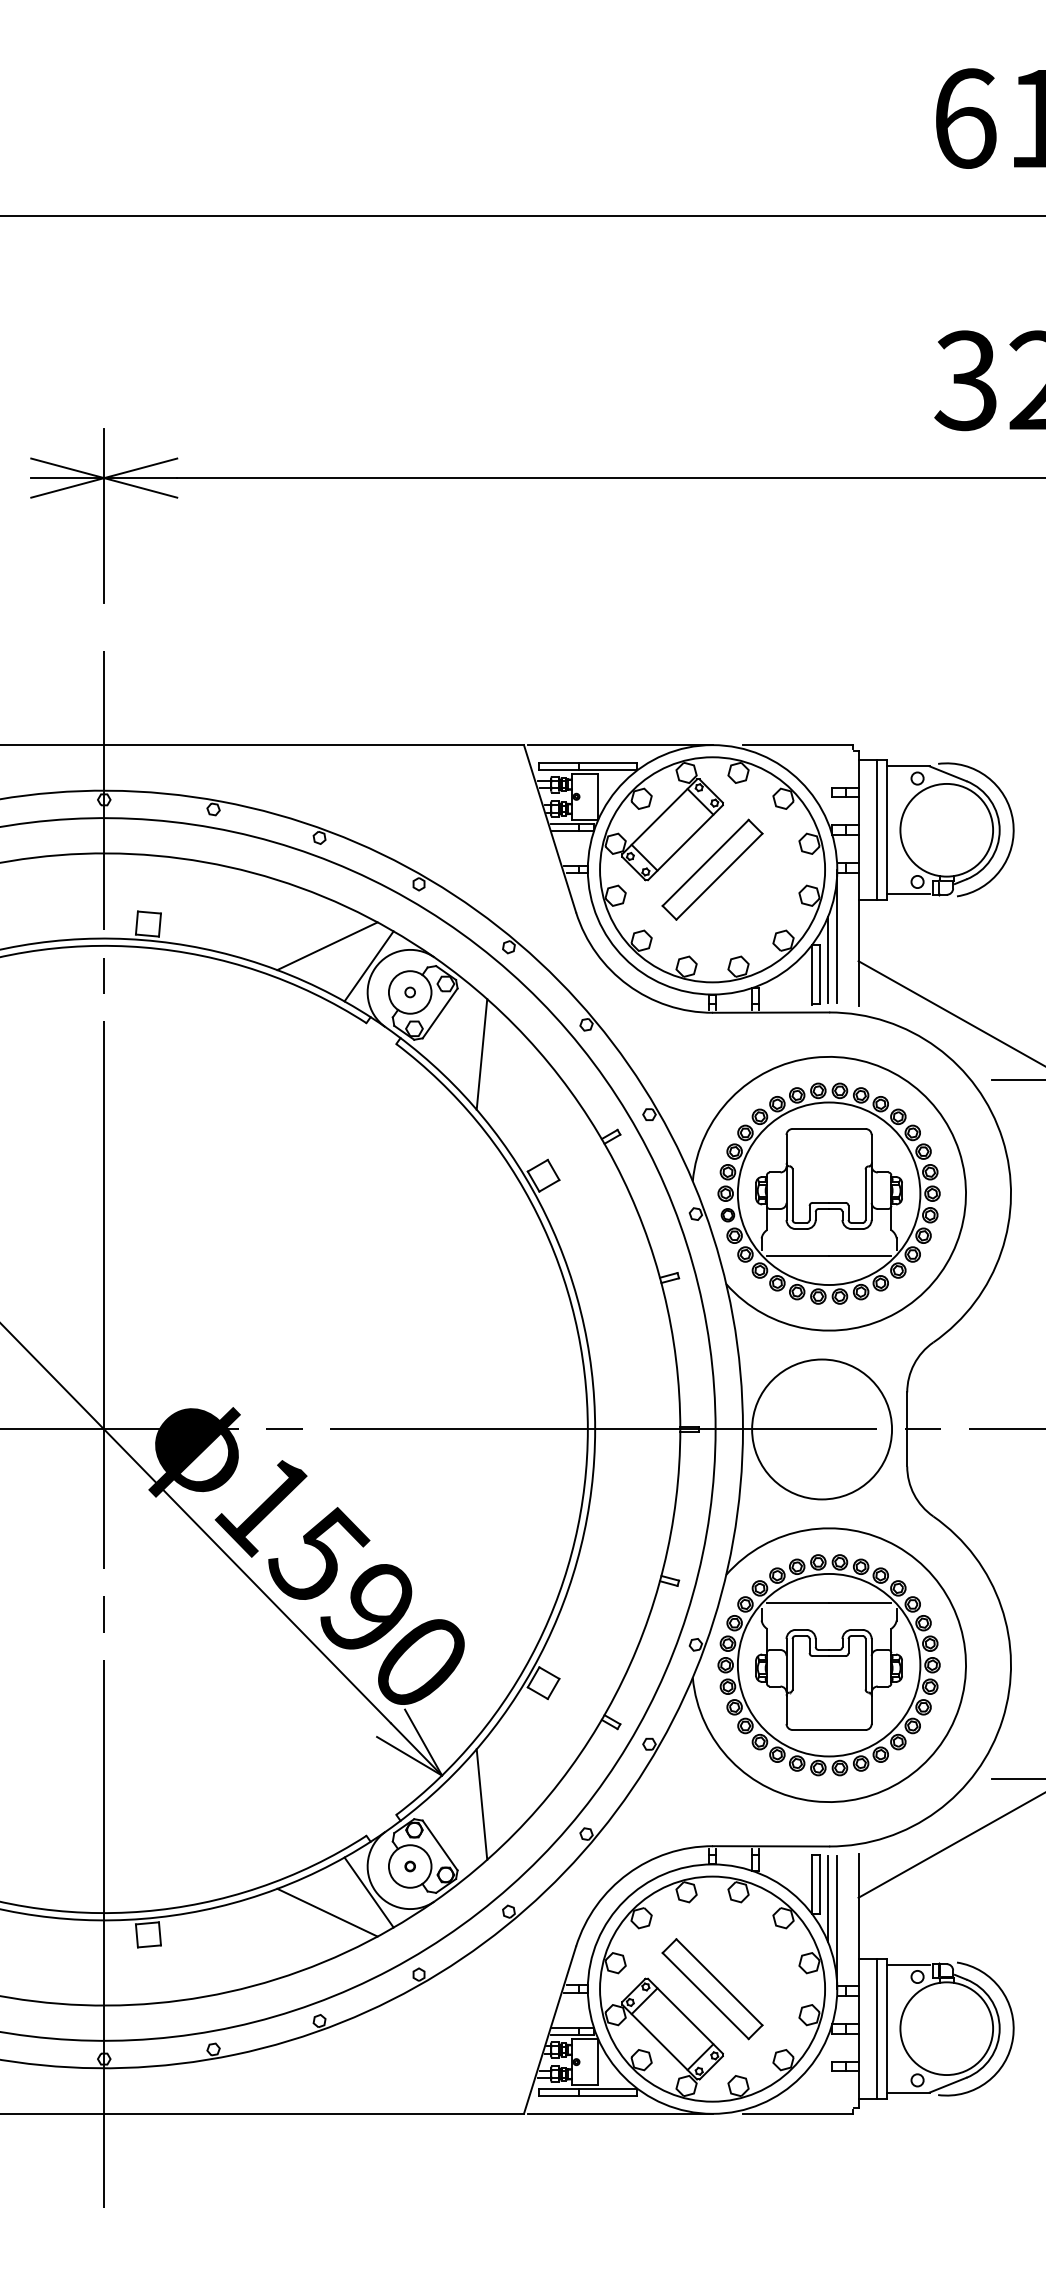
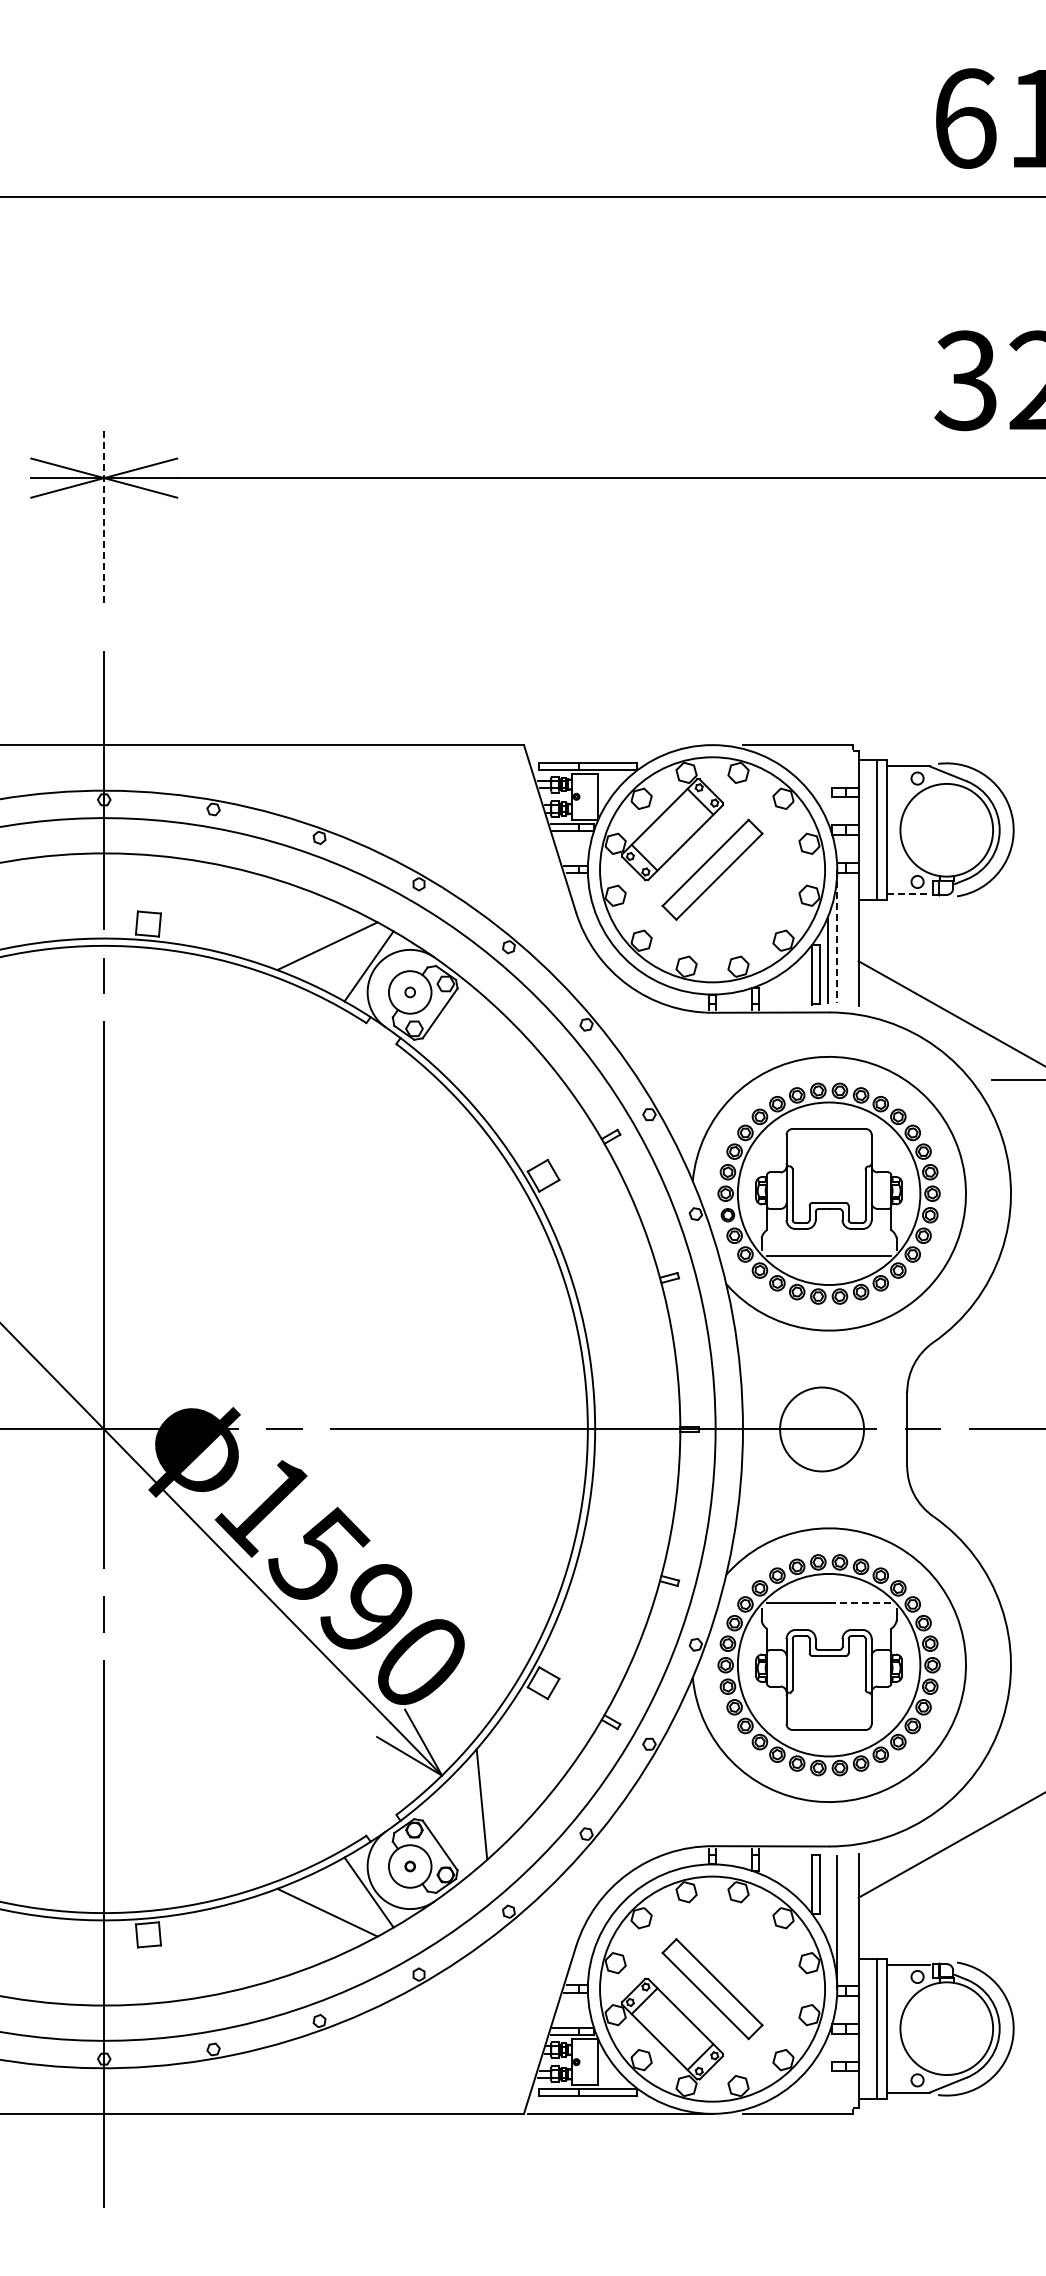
line at (522, 216) position: (522, 216) -> (522, 197)
line at (104, 516): solid -> dashed
line at (619, 745): present -> none
line at (908, 894): solid -> dashed
line at (837, 936): solid -> dashed
line at (481, 1054): present -> none
circle at (822, 1429) diameter: 140 px -> 84 px
line at (859, 1603): solid -> dashed
line at (1016, 1779): present -> none
line at (828, 1898): present -> none
